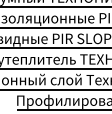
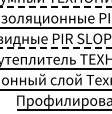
line at (55, 7): solid -> dashed
line at (55, 48): solid -> dashed
